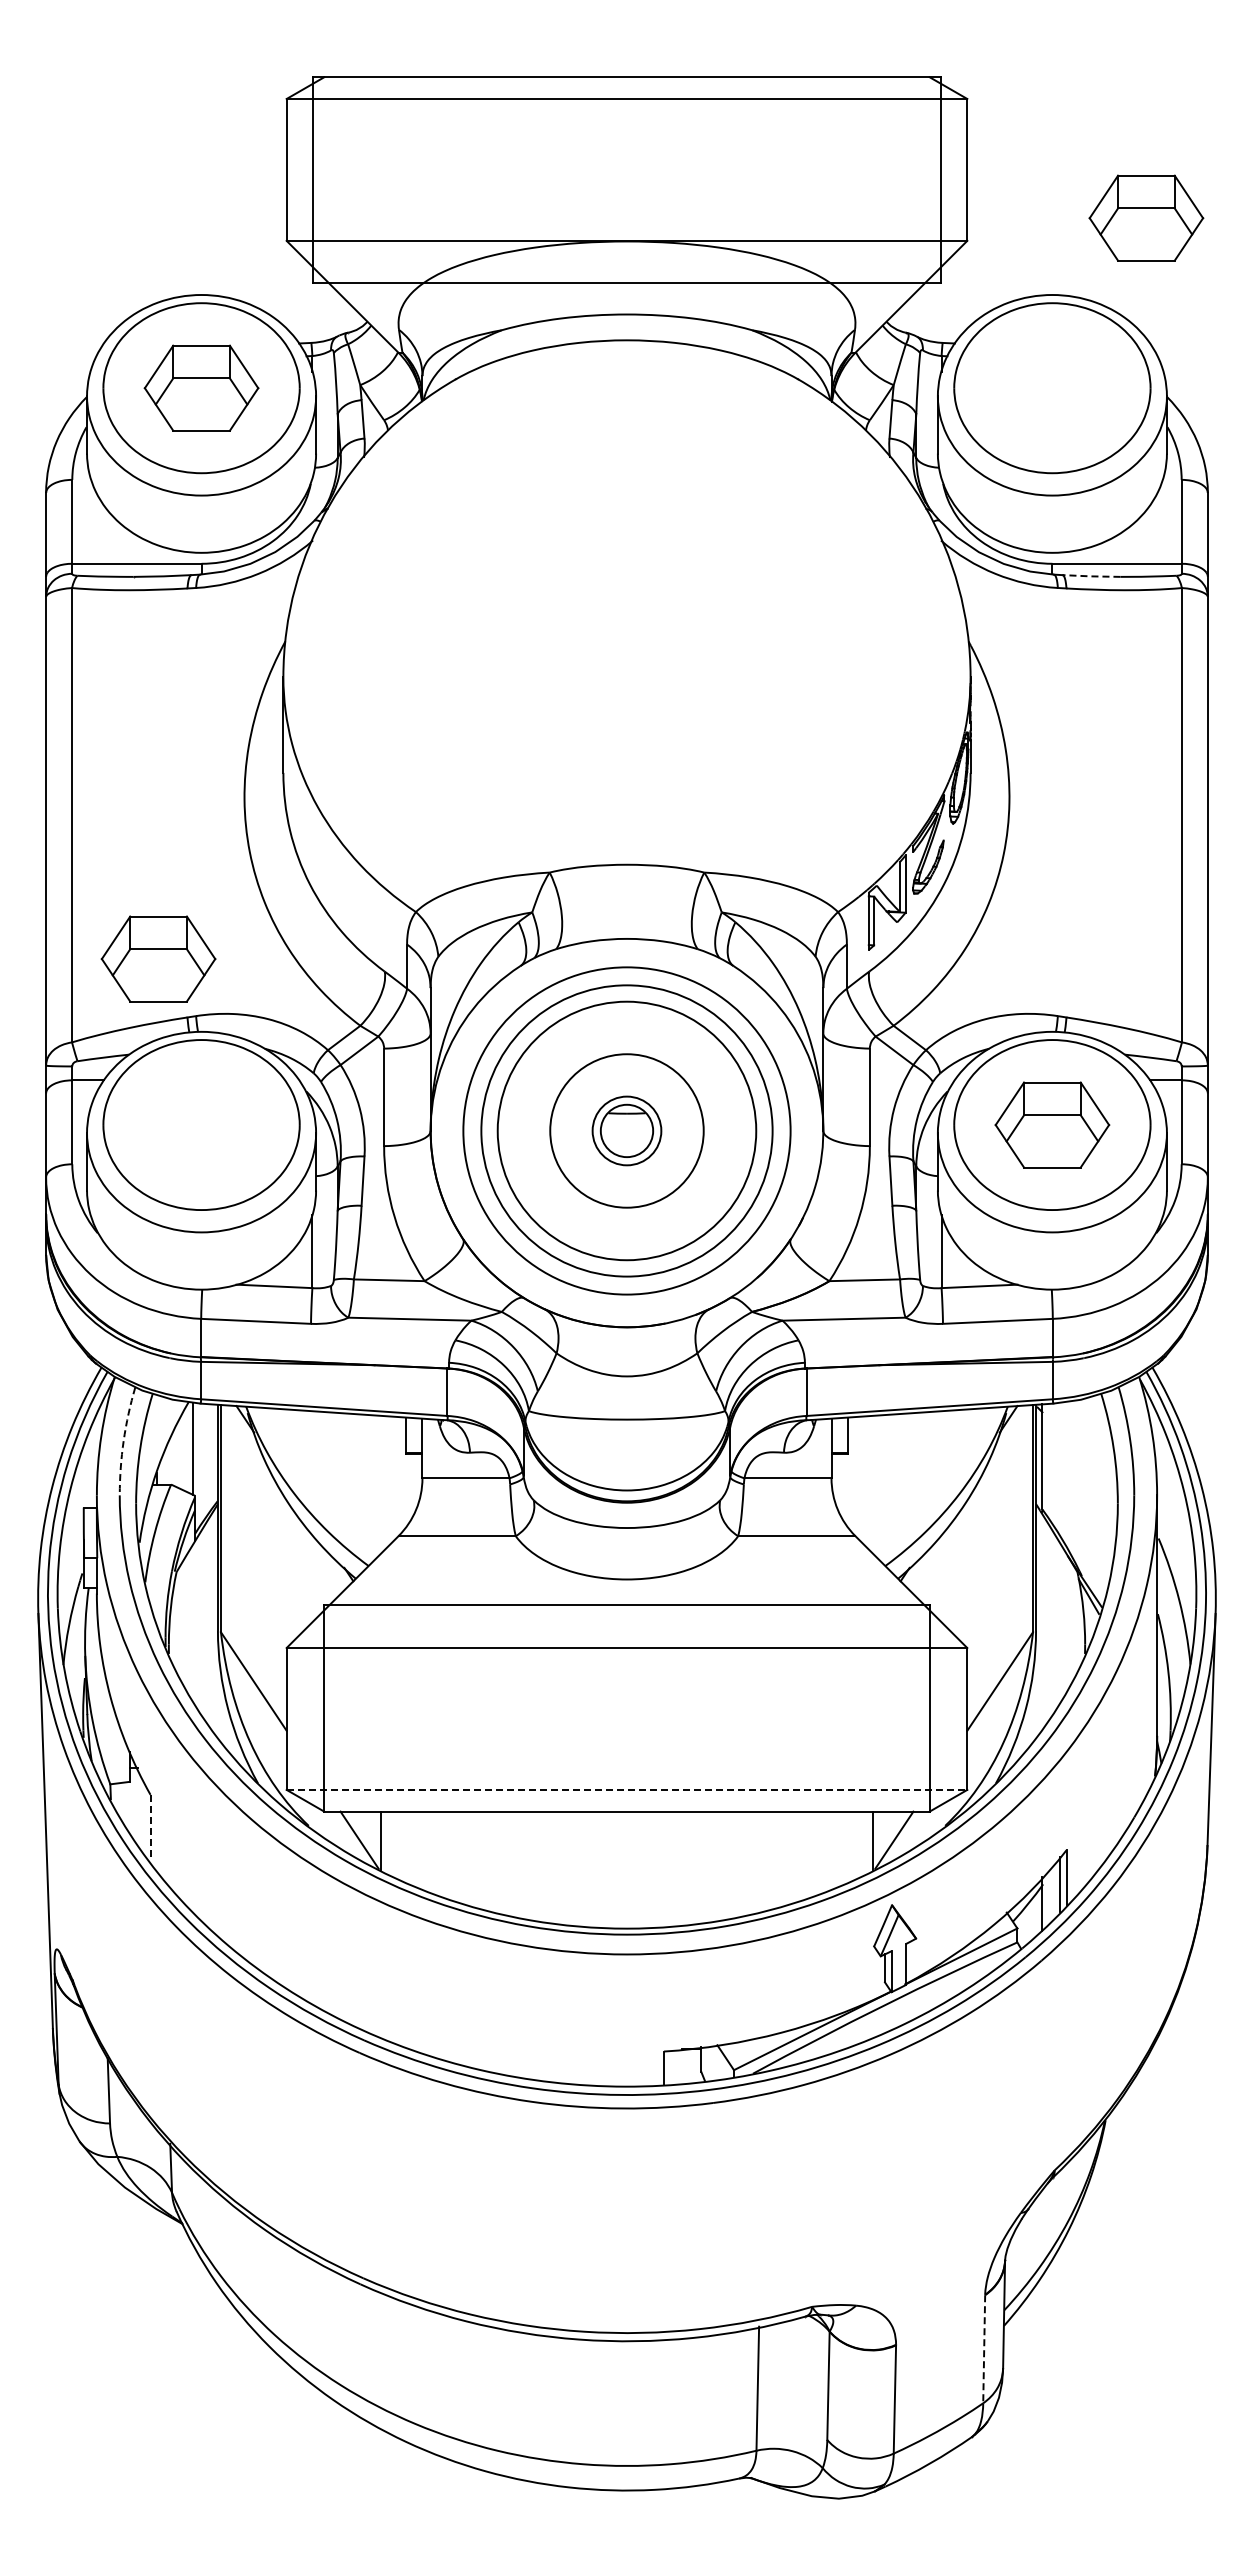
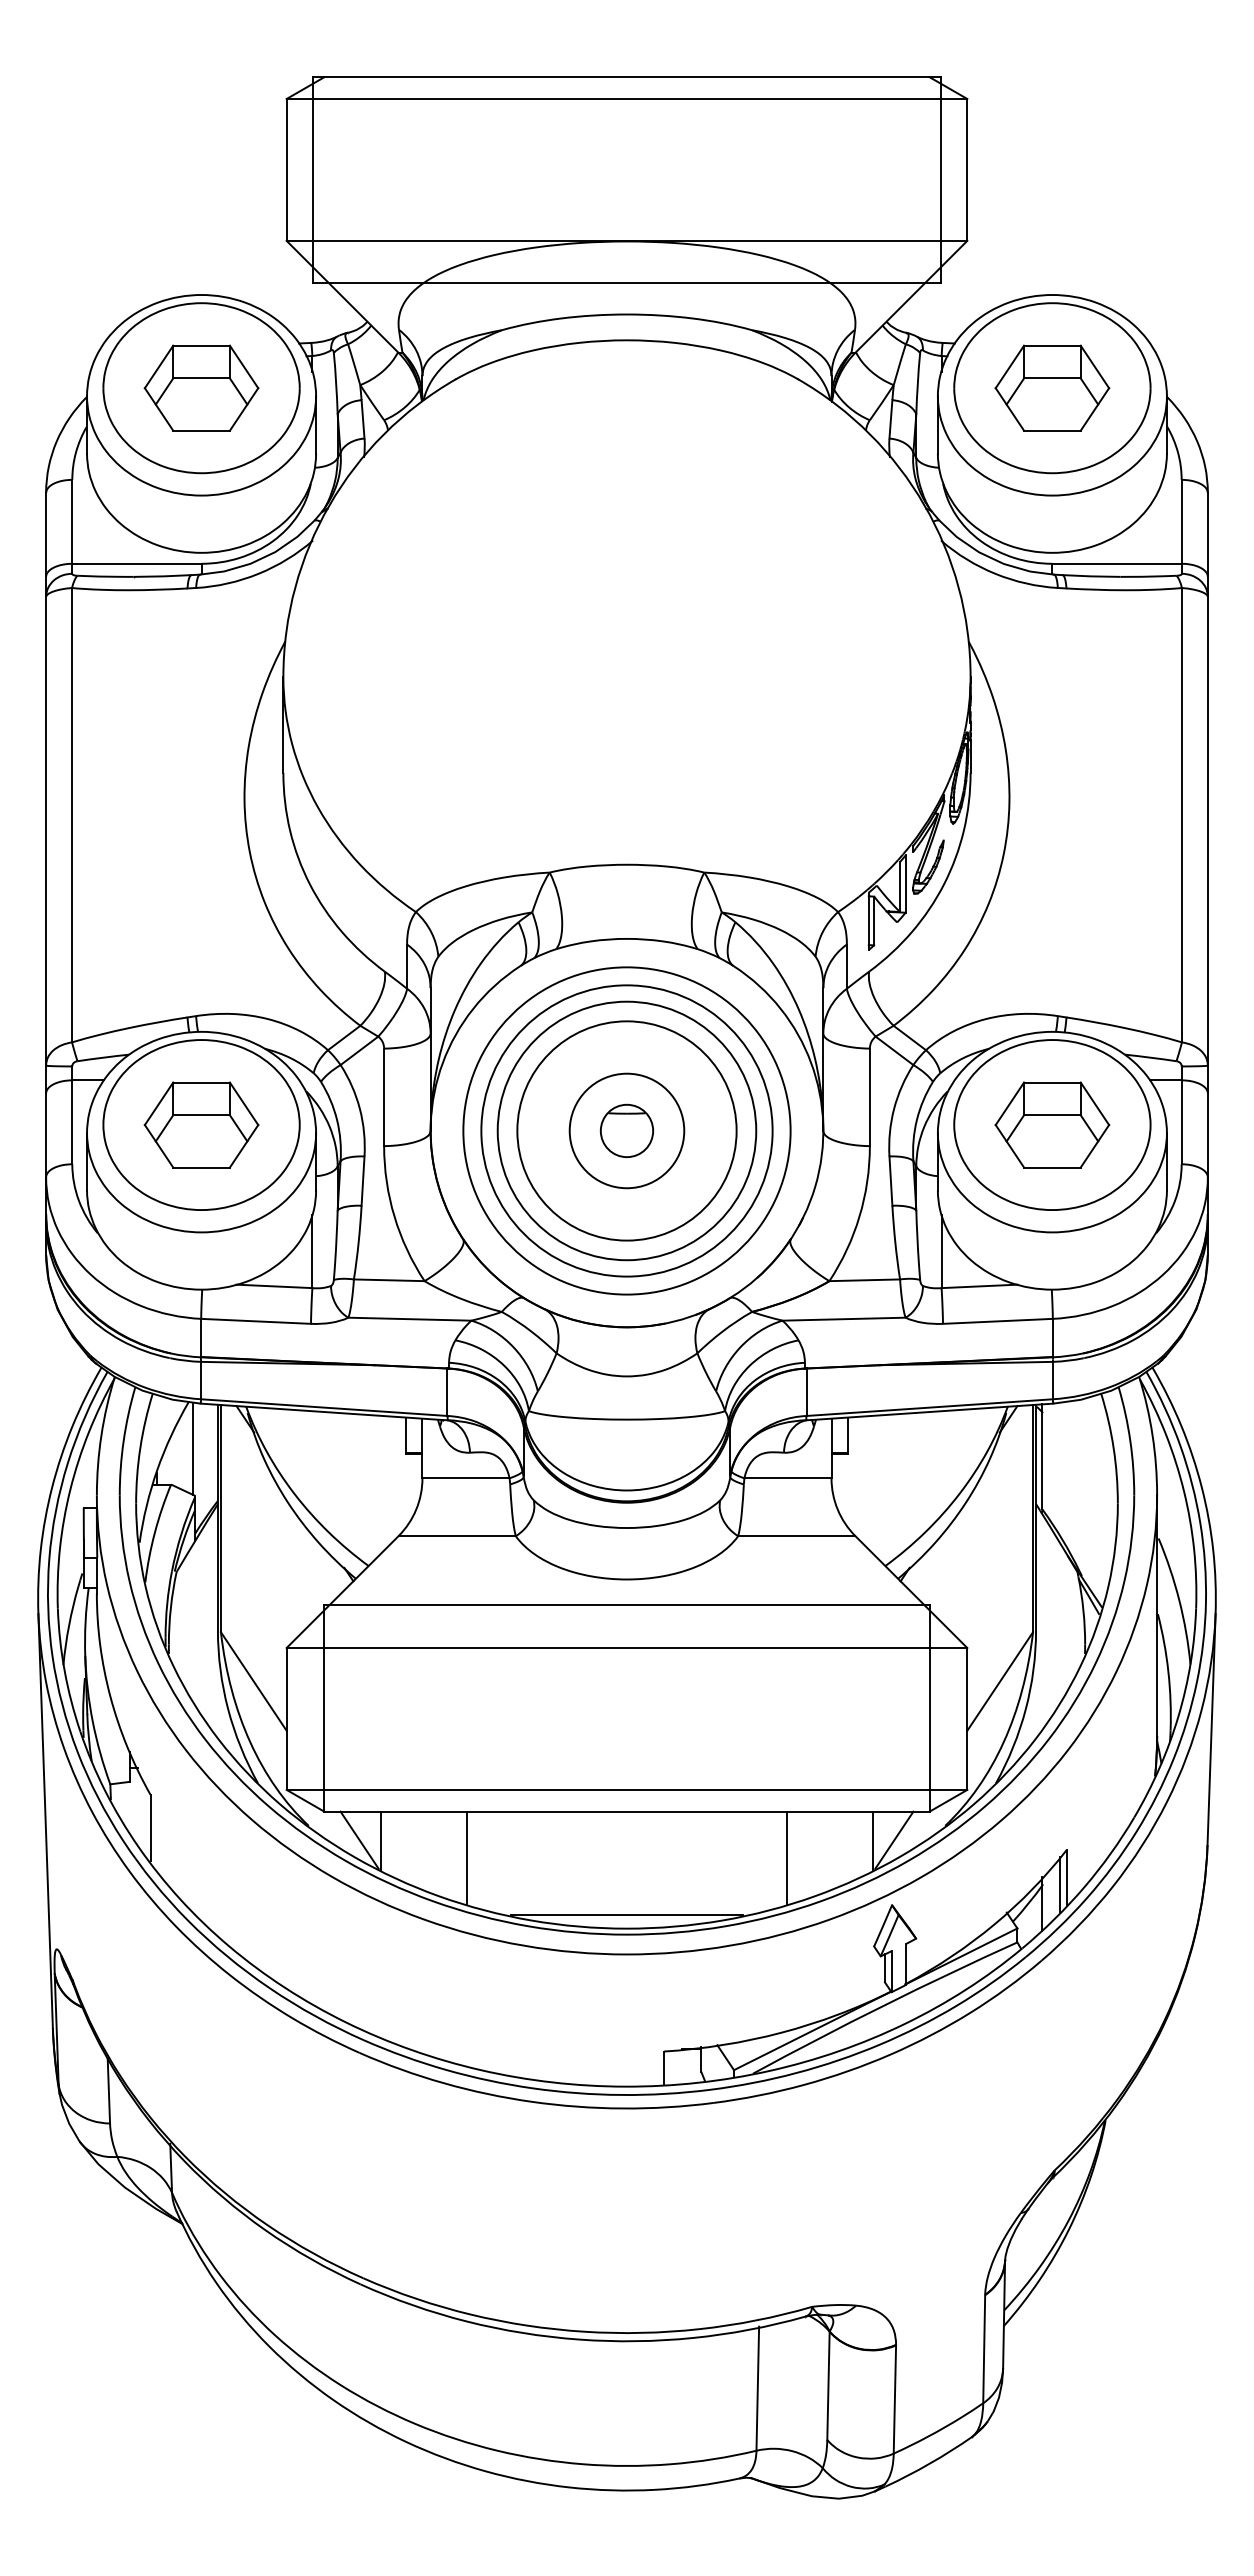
part at (1146, 217) position: (1146, 217) -> (1052, 387)
line at (1091, 576): dashed -> solid
part at (158, 958) position: (158, 958) -> (201, 1124)
circle at (626, 1130) diameter: 153 px -> 219 px
circle at (626, 1130) diameter: 69 px -> 115 px
arc at (123, 1440): dashed -> solid
line at (627, 1789): dashed -> solid
line at (150, 1828): dashed -> solid
line at (466, 1857): none -> present
line at (787, 1857): none -> present
line at (626, 1915): none -> present
line at (984, 2349): dashed -> solid
